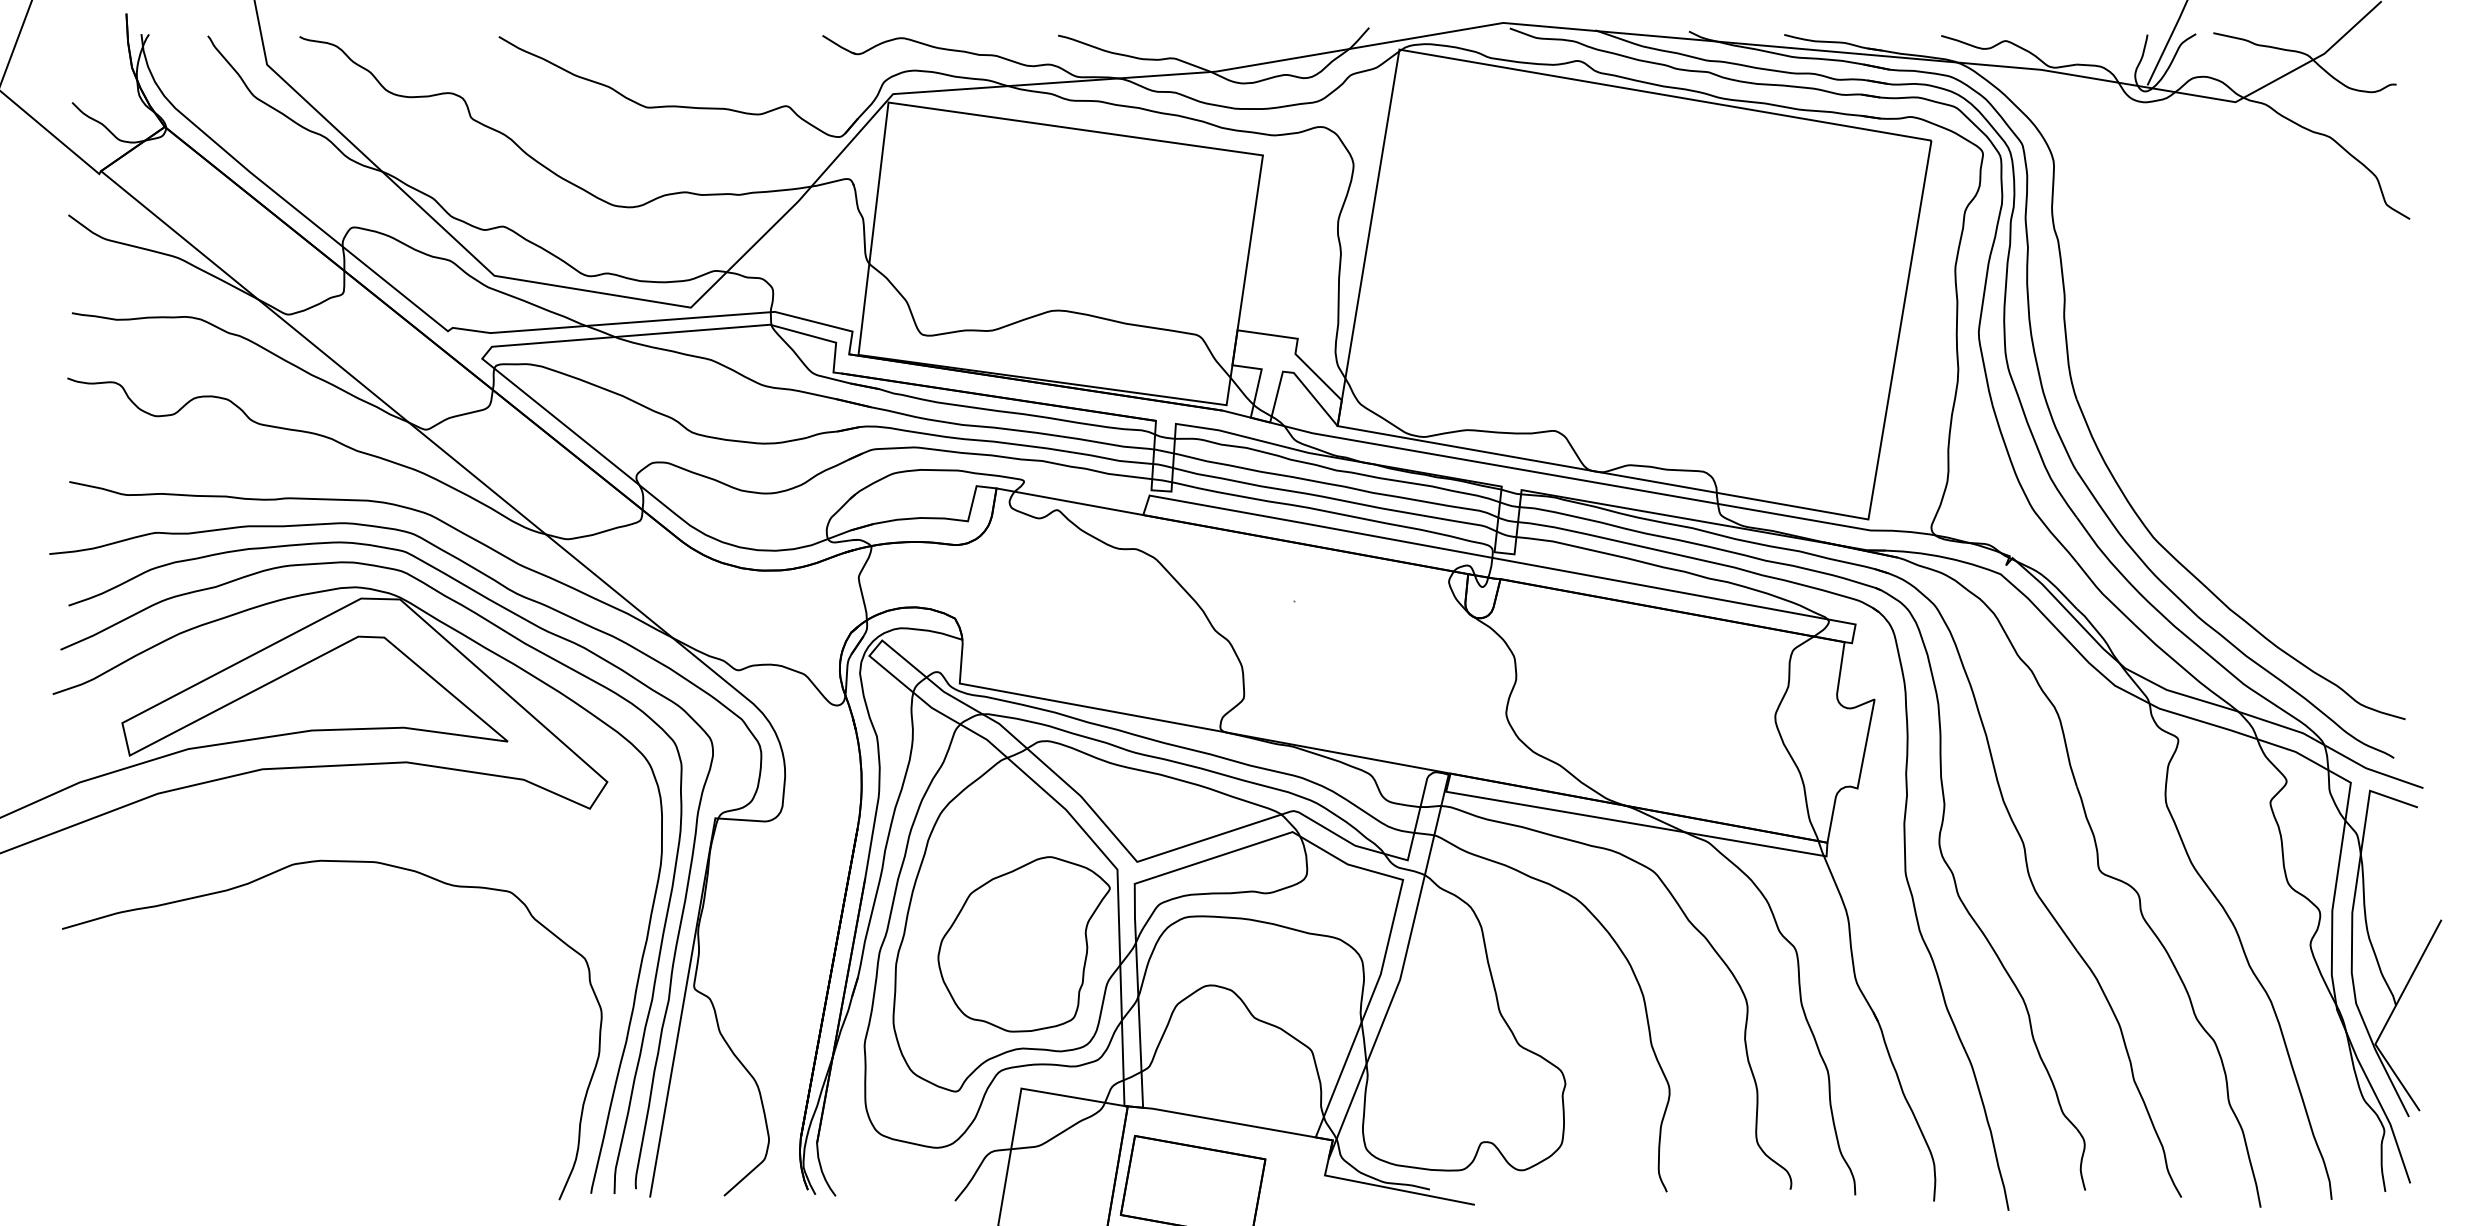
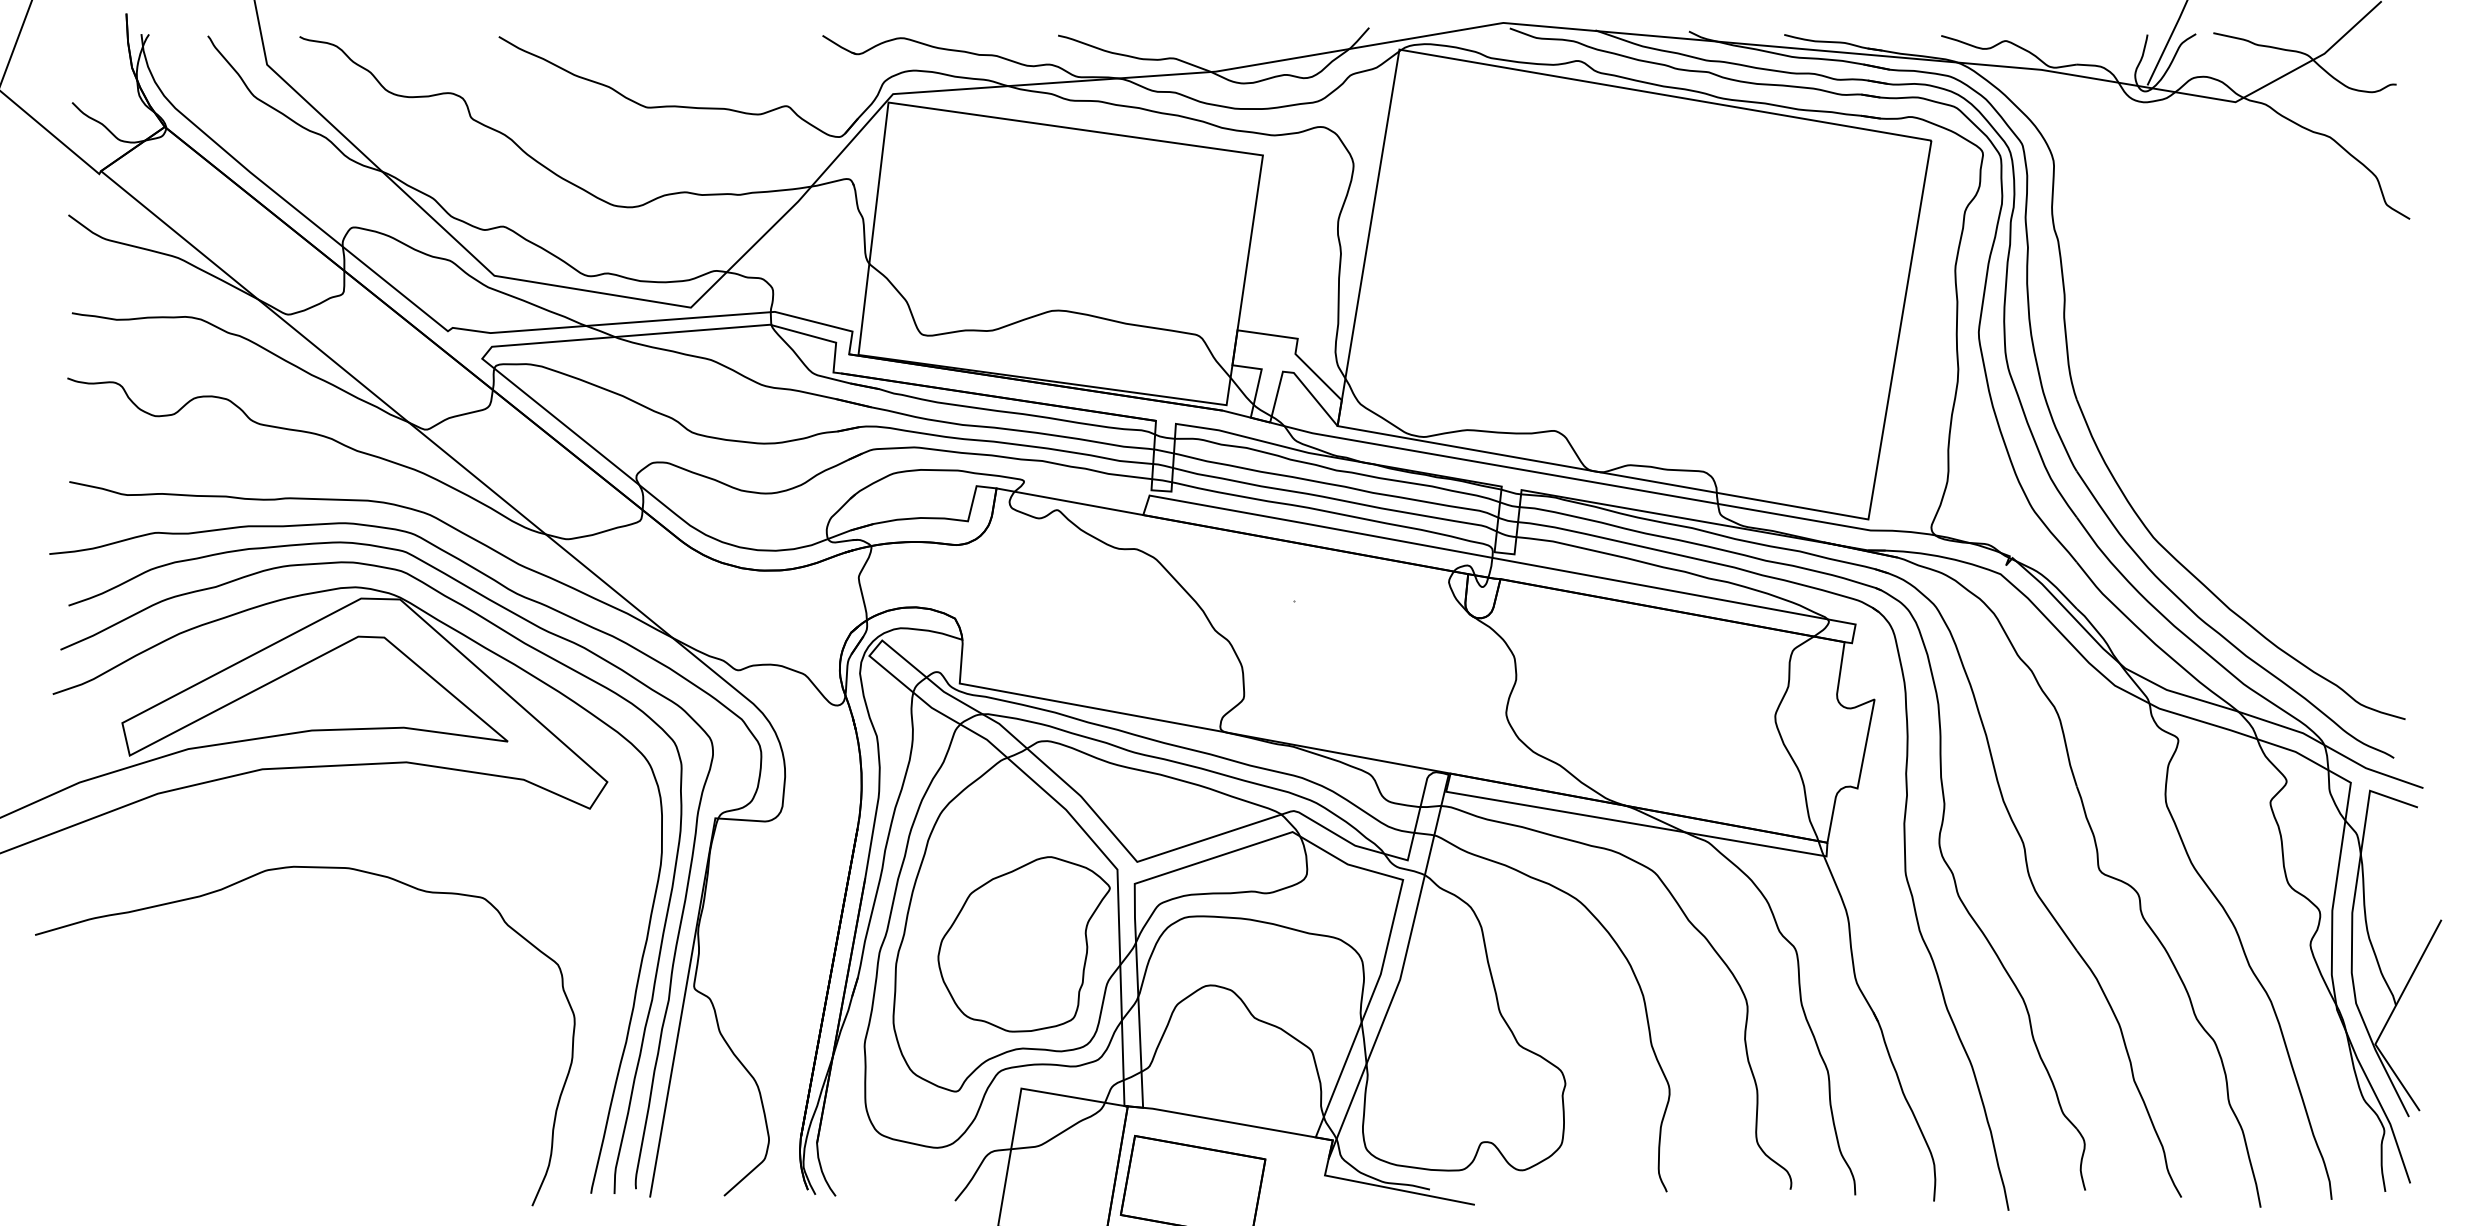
curve at (270, 875) position: (270, 875) -> (243, 881)
